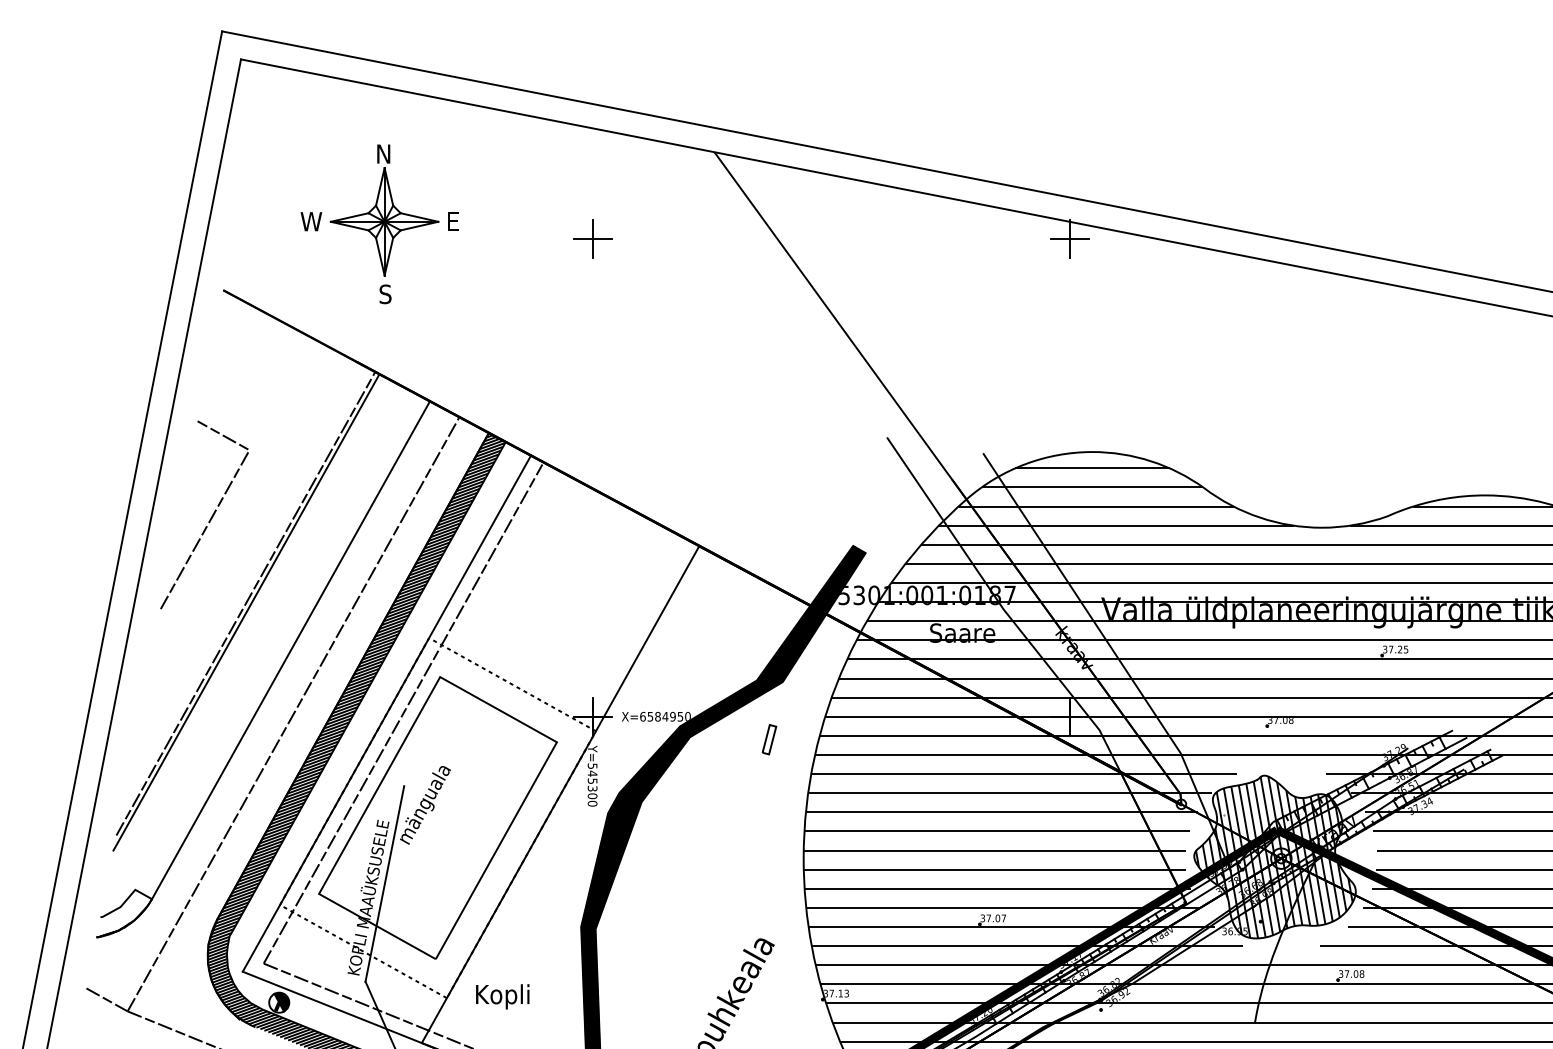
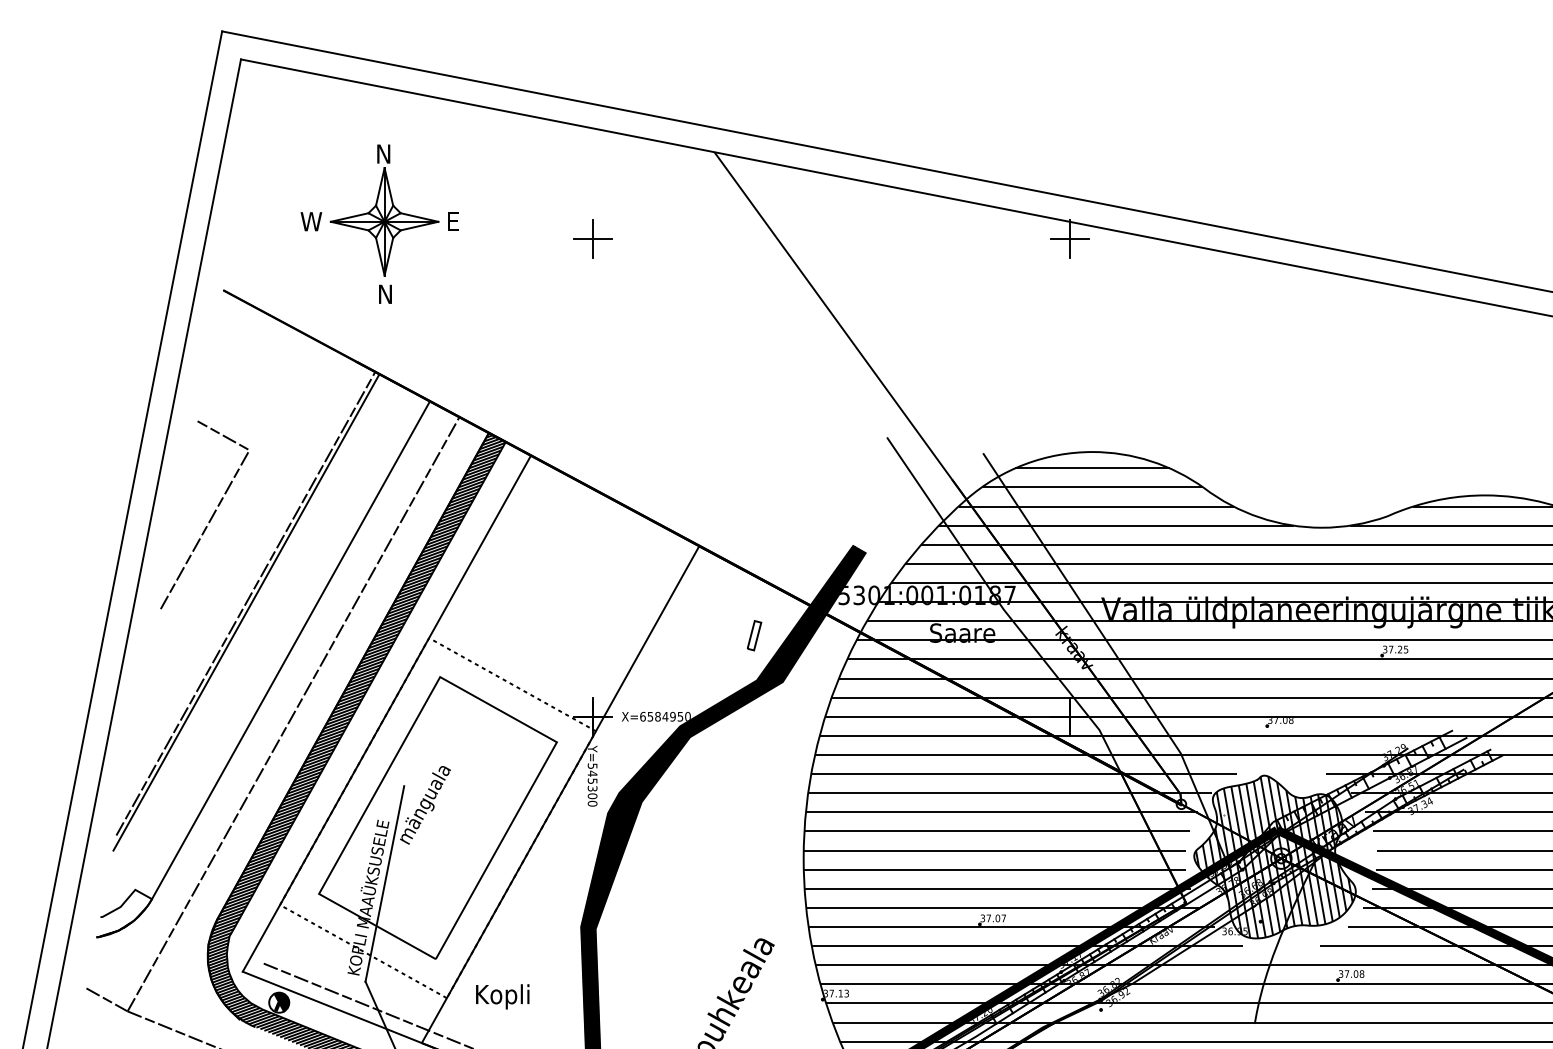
text at (385, 294): S -> N
line at (402, 713): present -> none
part at (769, 739) position: (769, 739) -> (754, 635)
